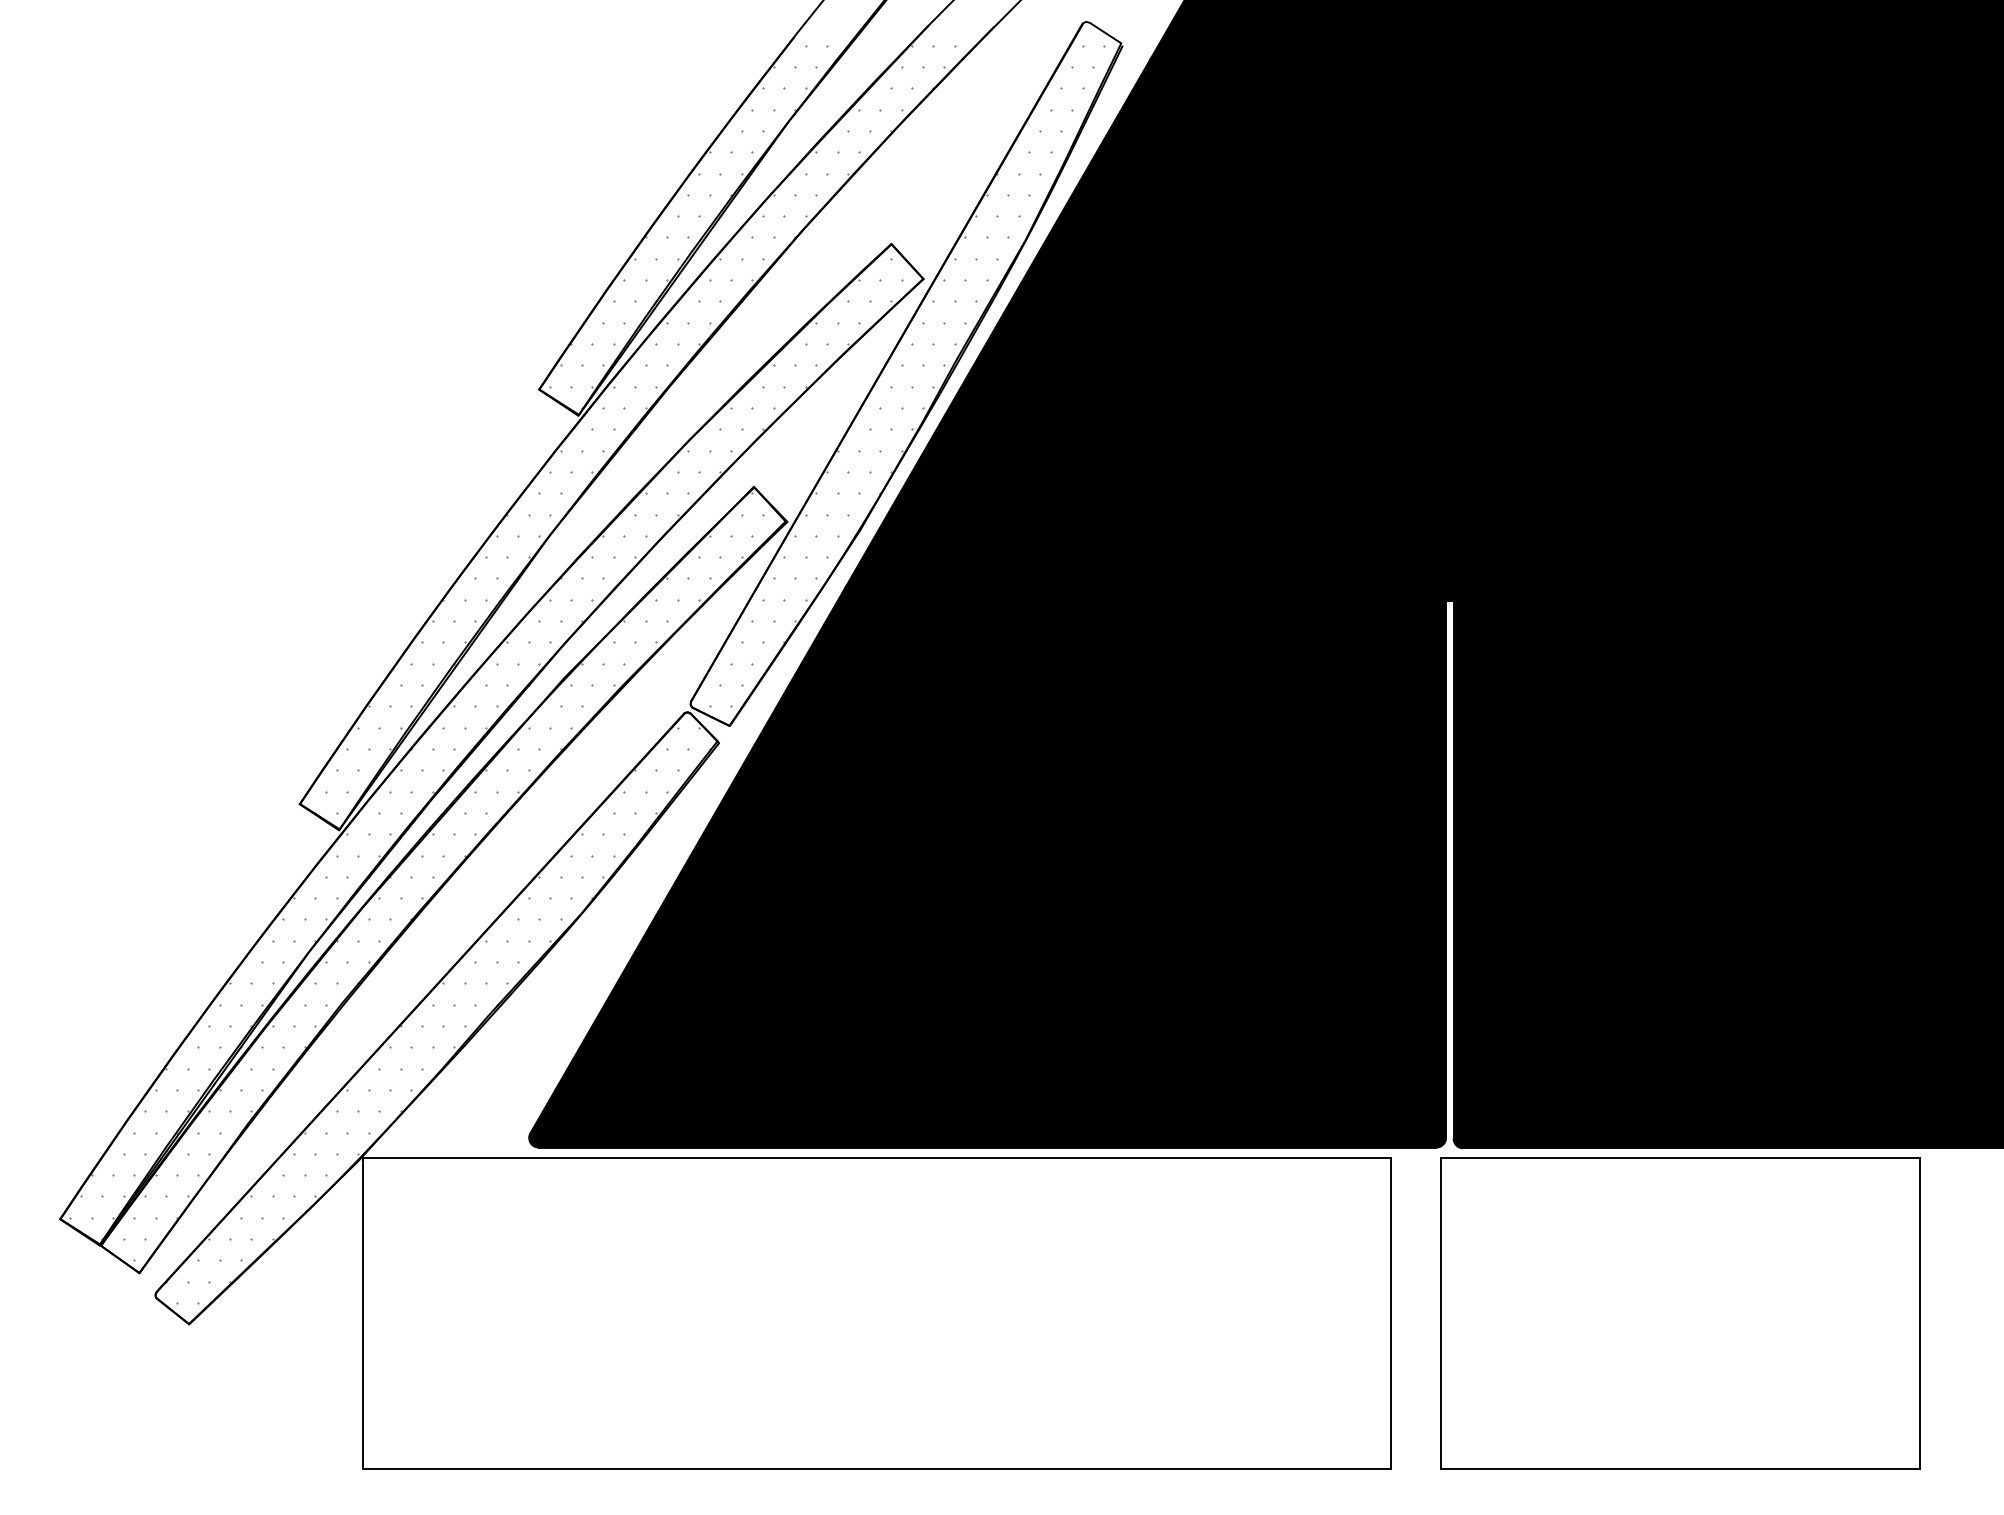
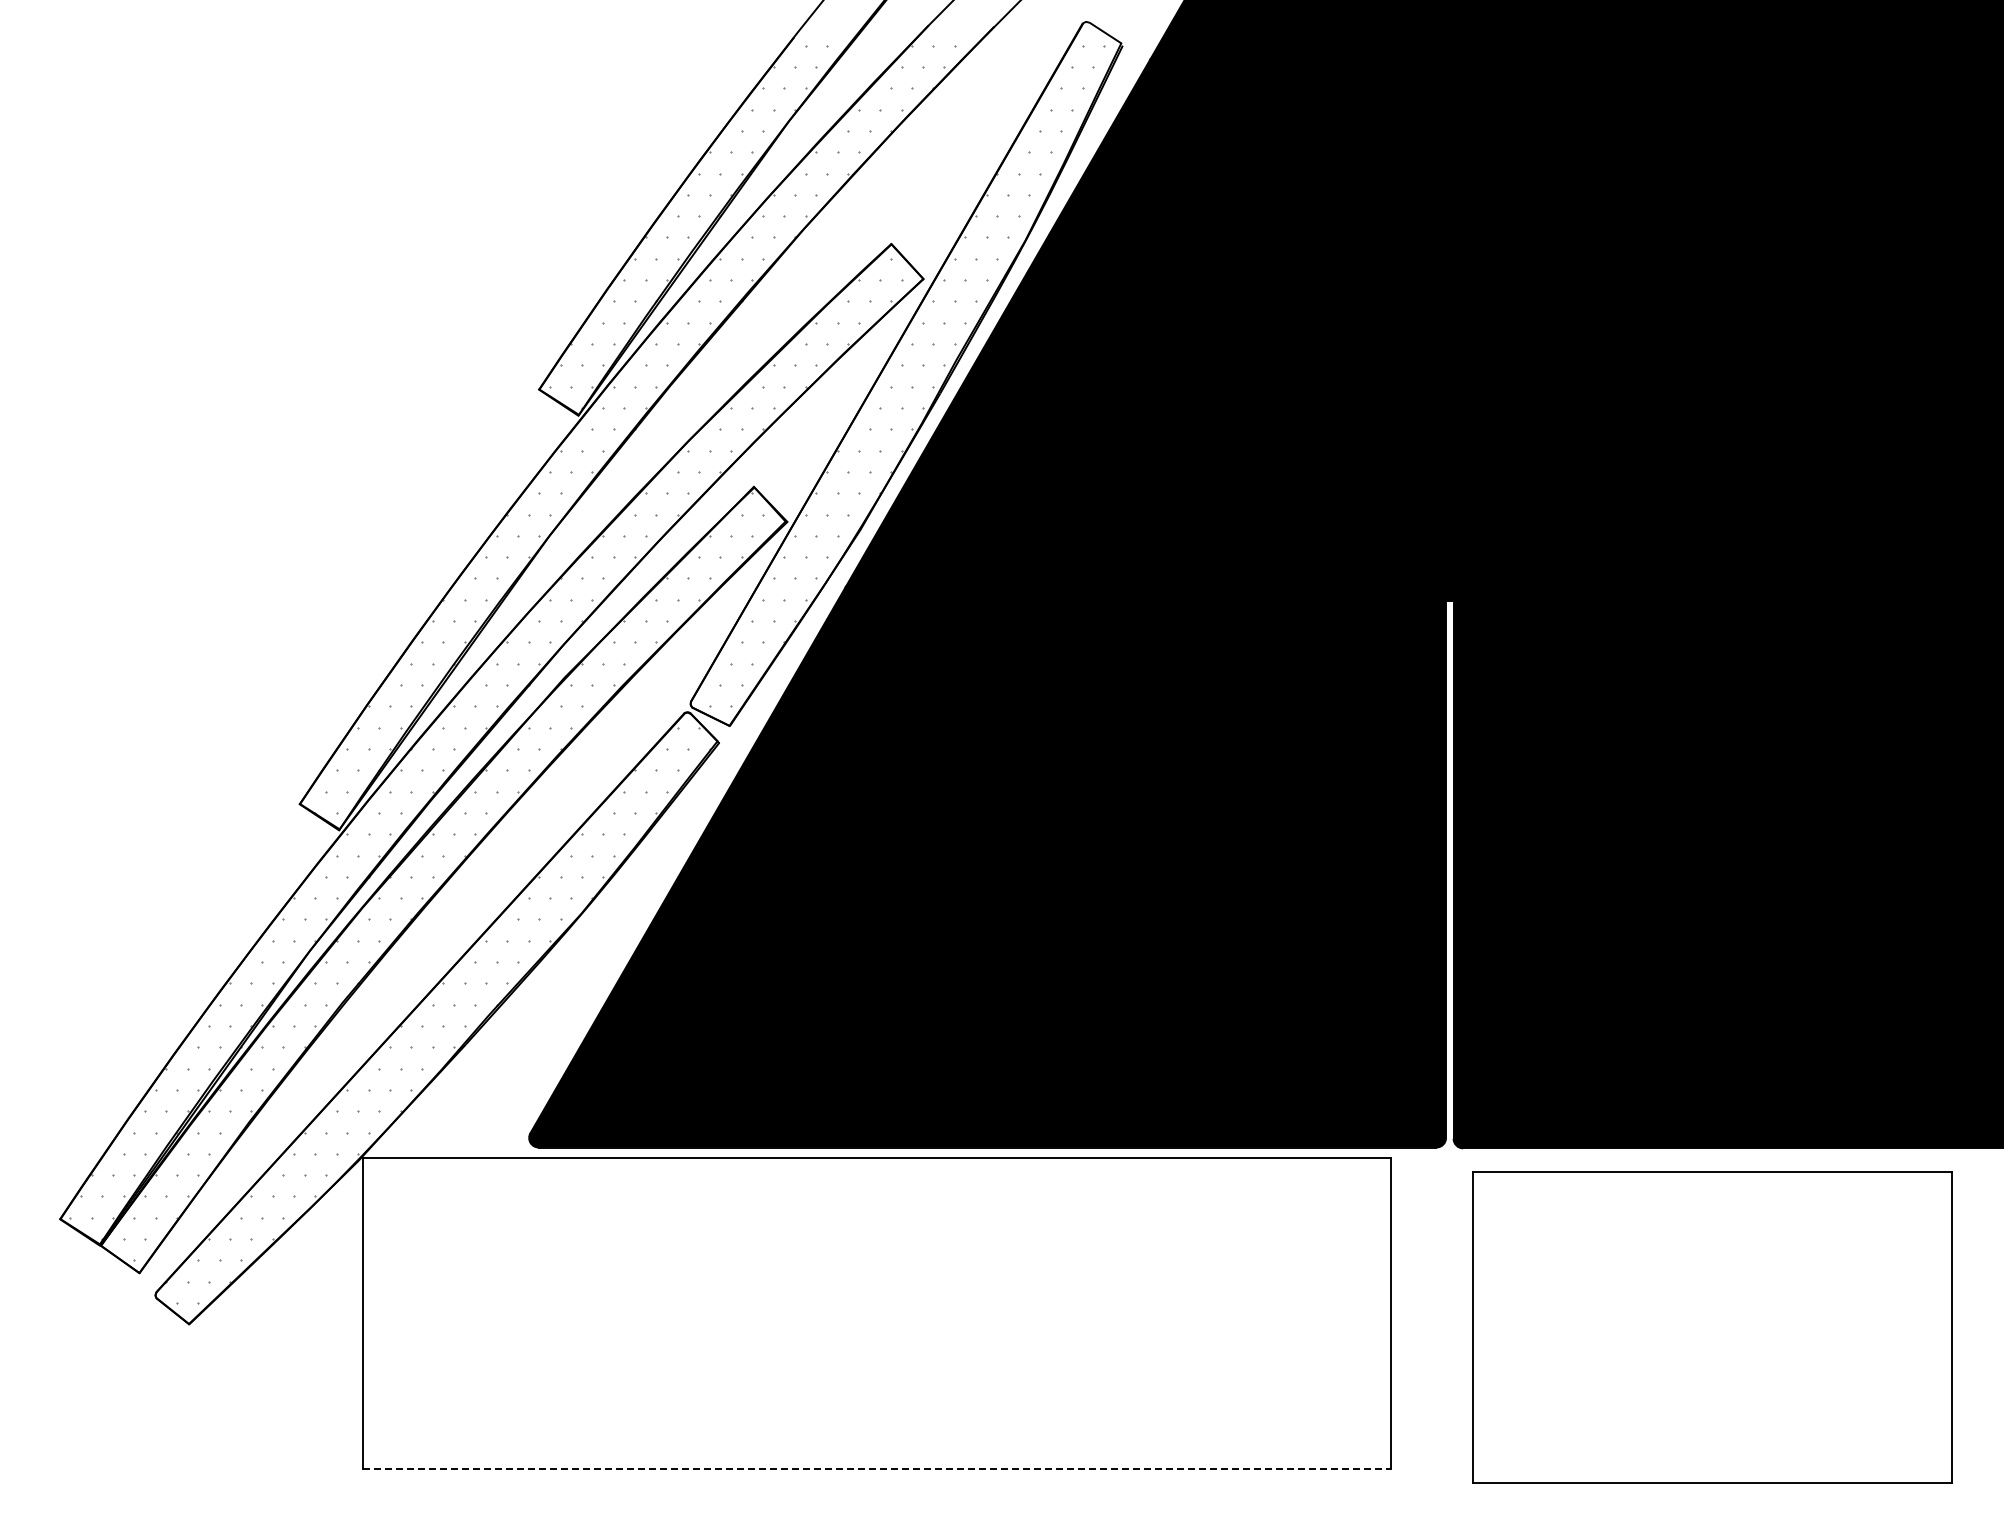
part at (1680, 1313) position: (1680, 1313) -> (1712, 1327)
line at (877, 1469): solid -> dashed
